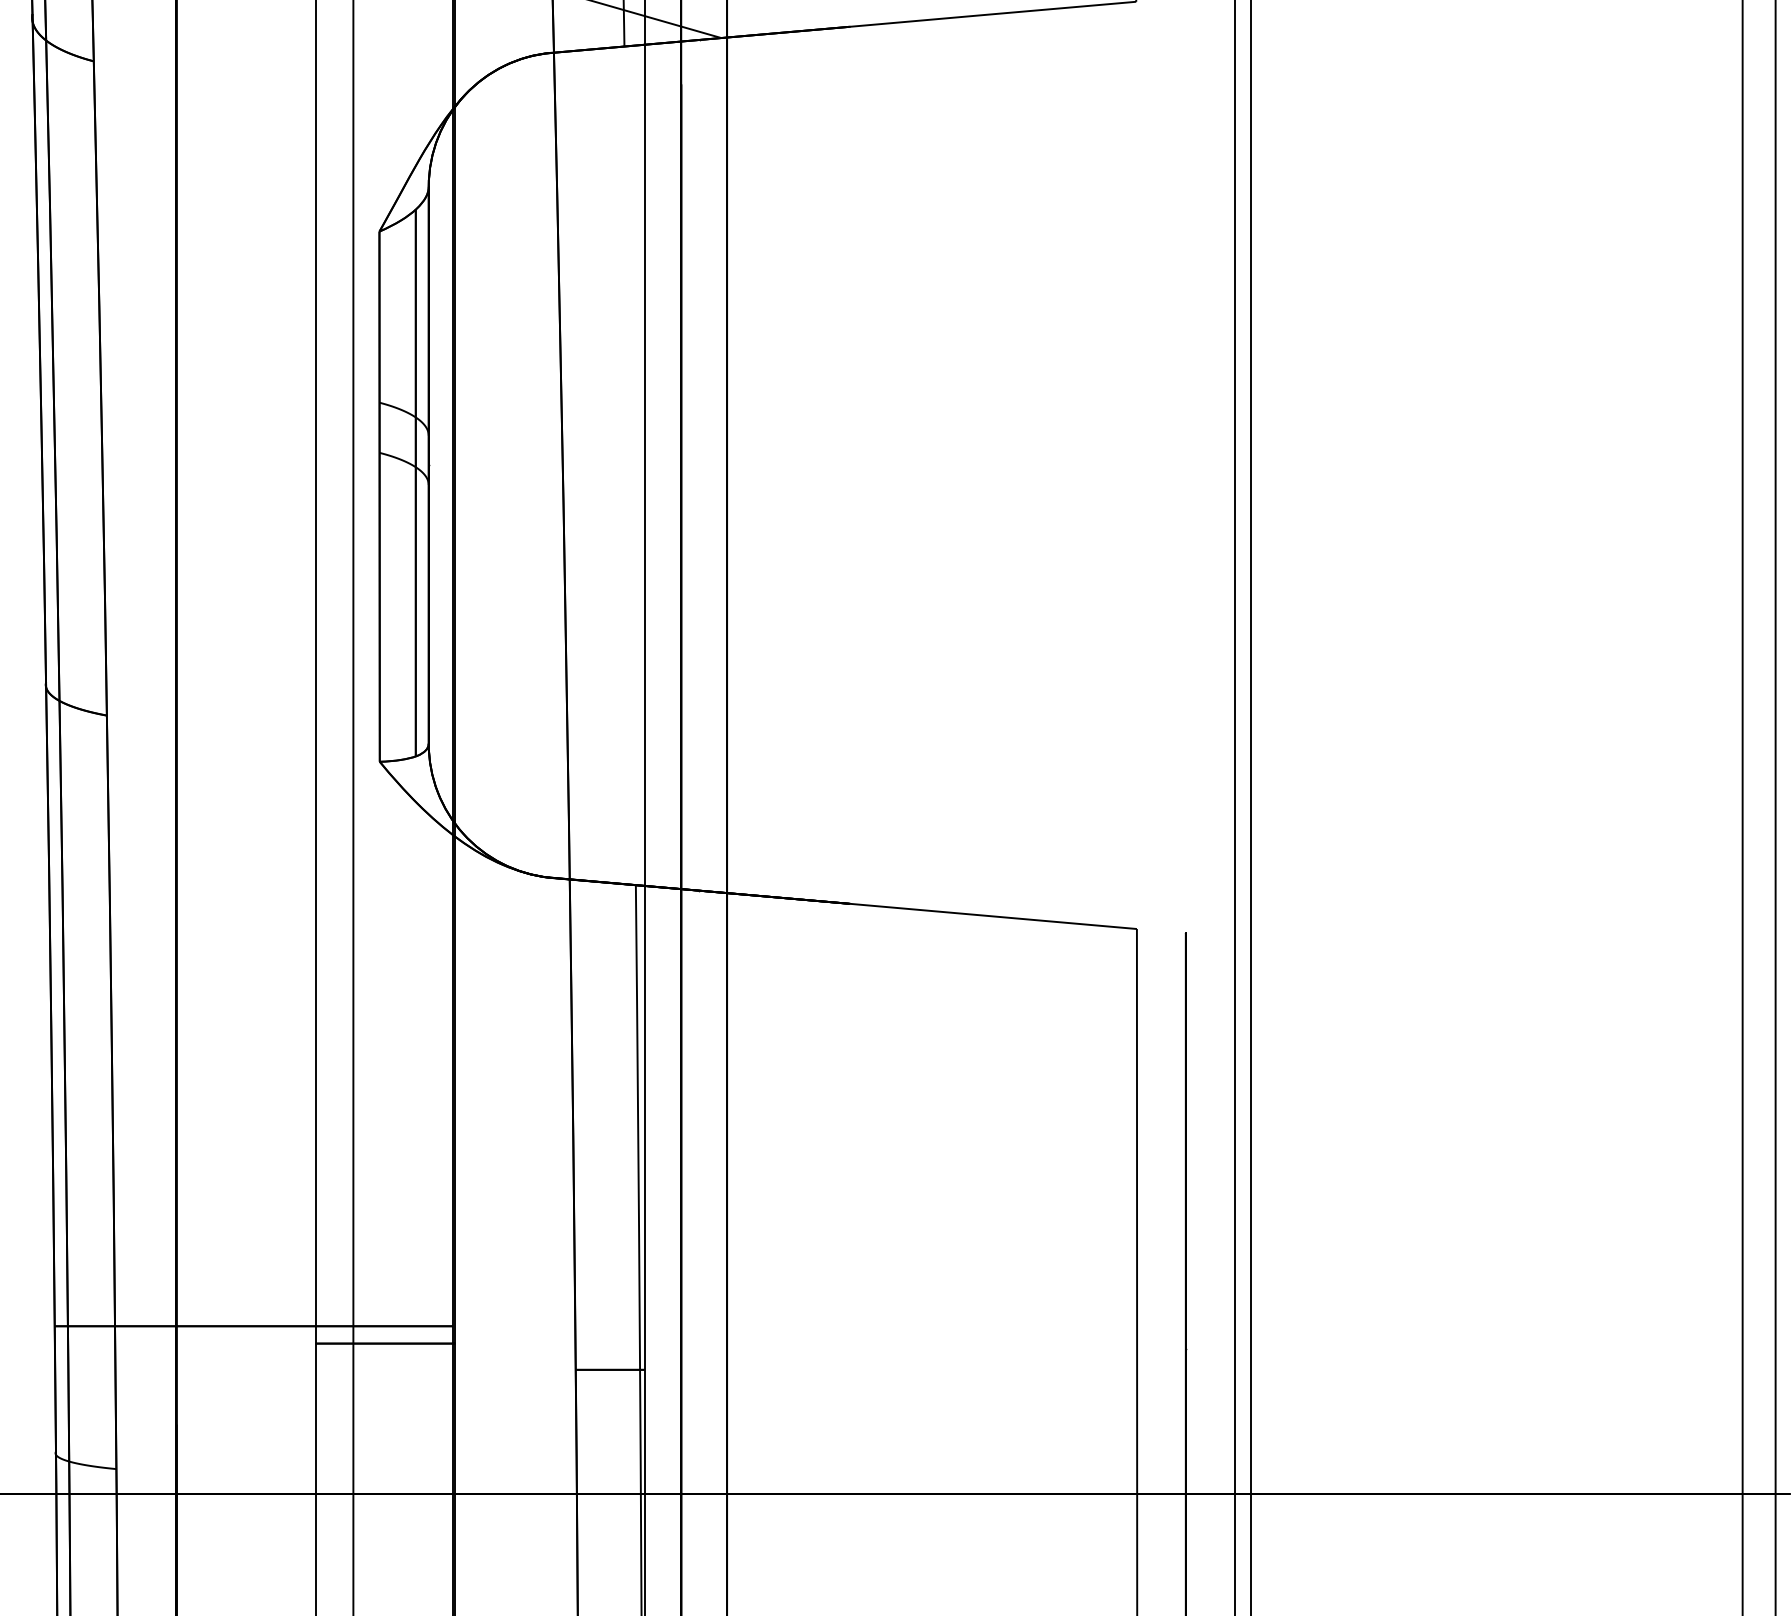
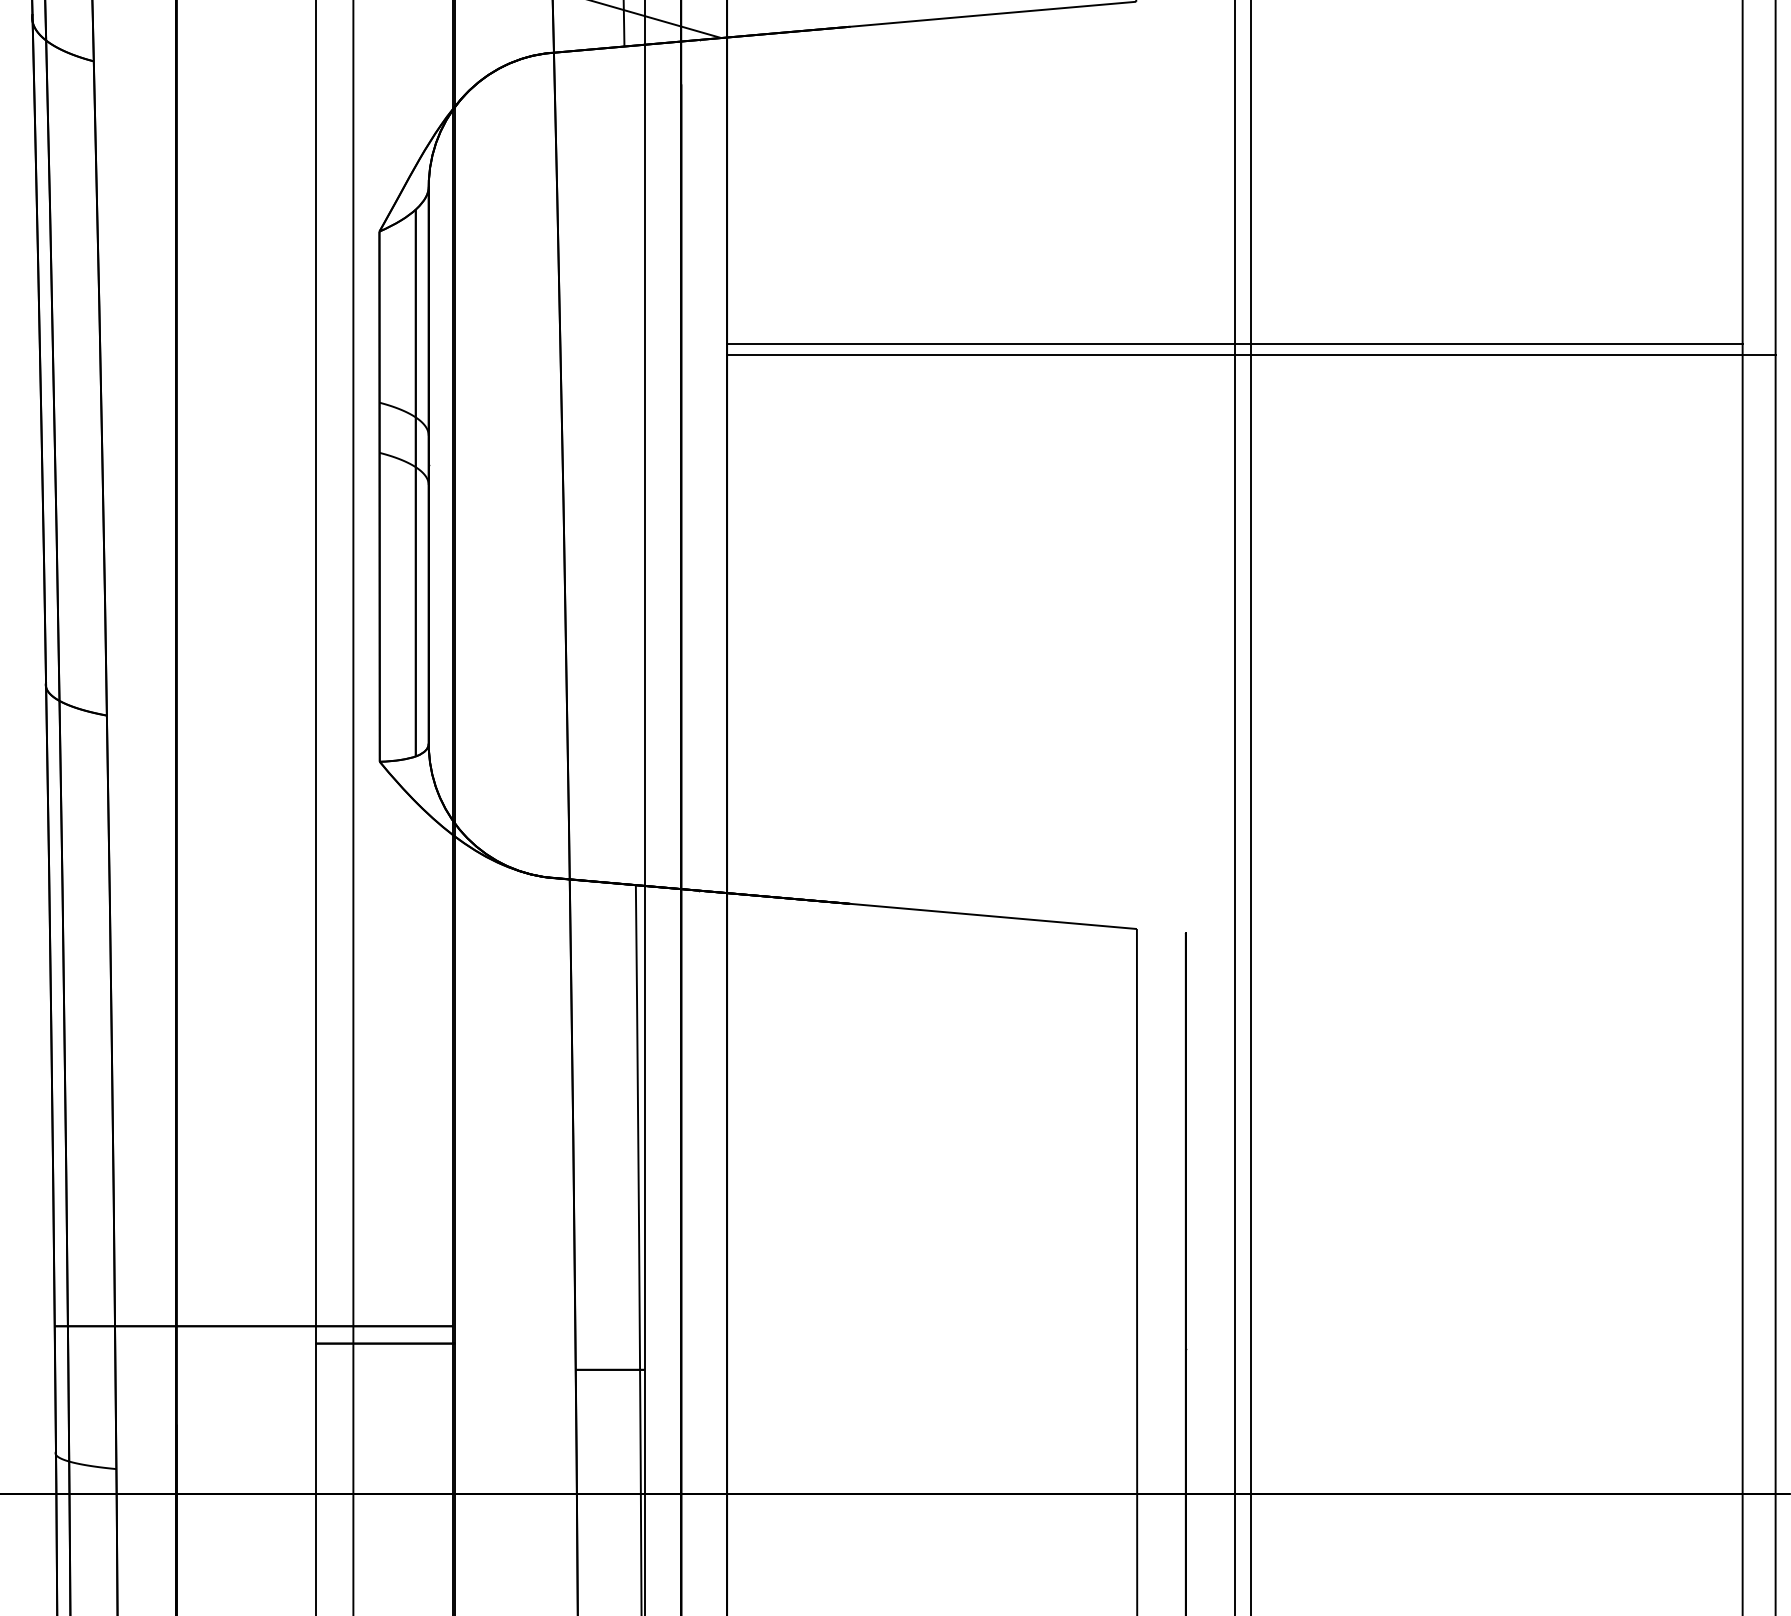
line at (1234, 343): none -> present
line at (1251, 354): none -> present
